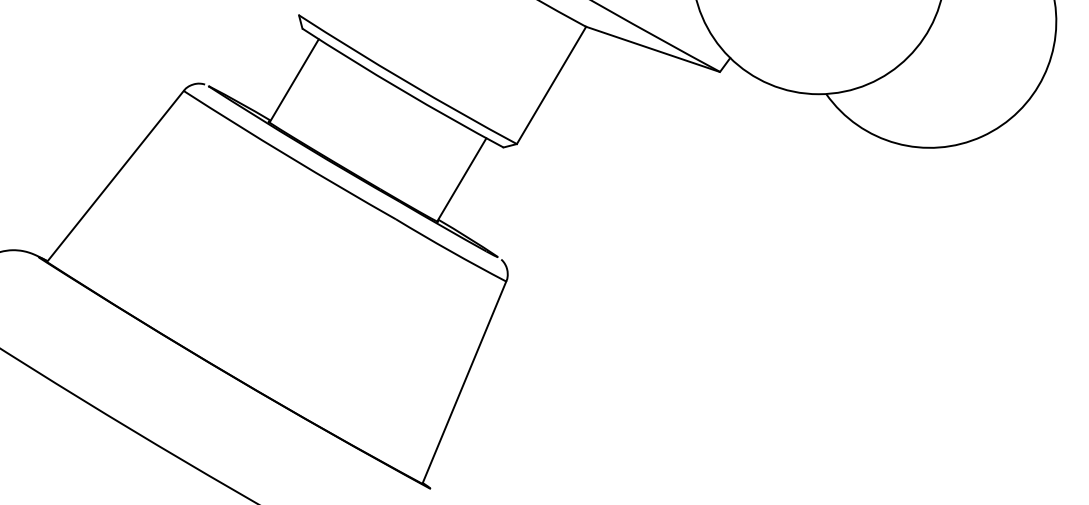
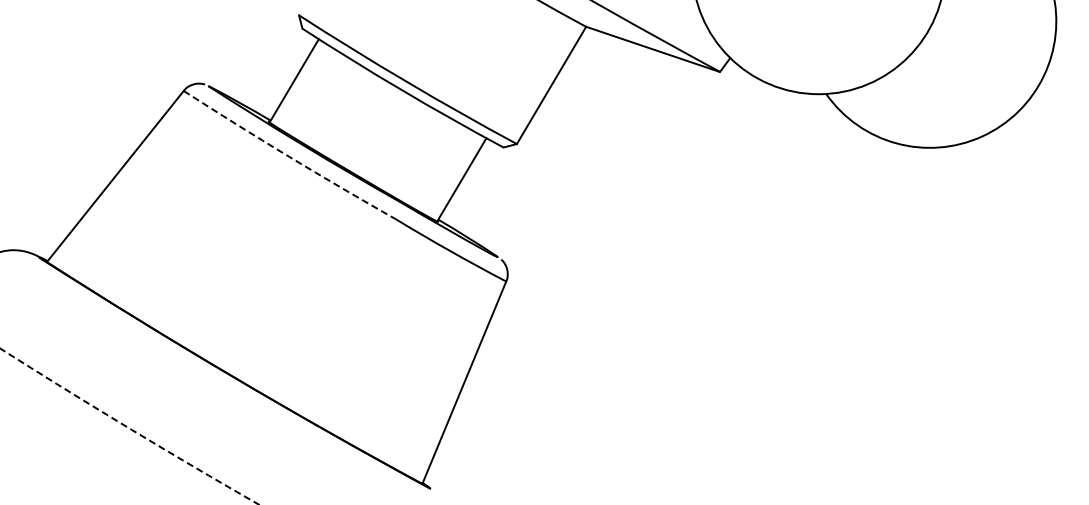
arc at (288, 156): solid -> dashed
arc at (129, 428): solid -> dashed
